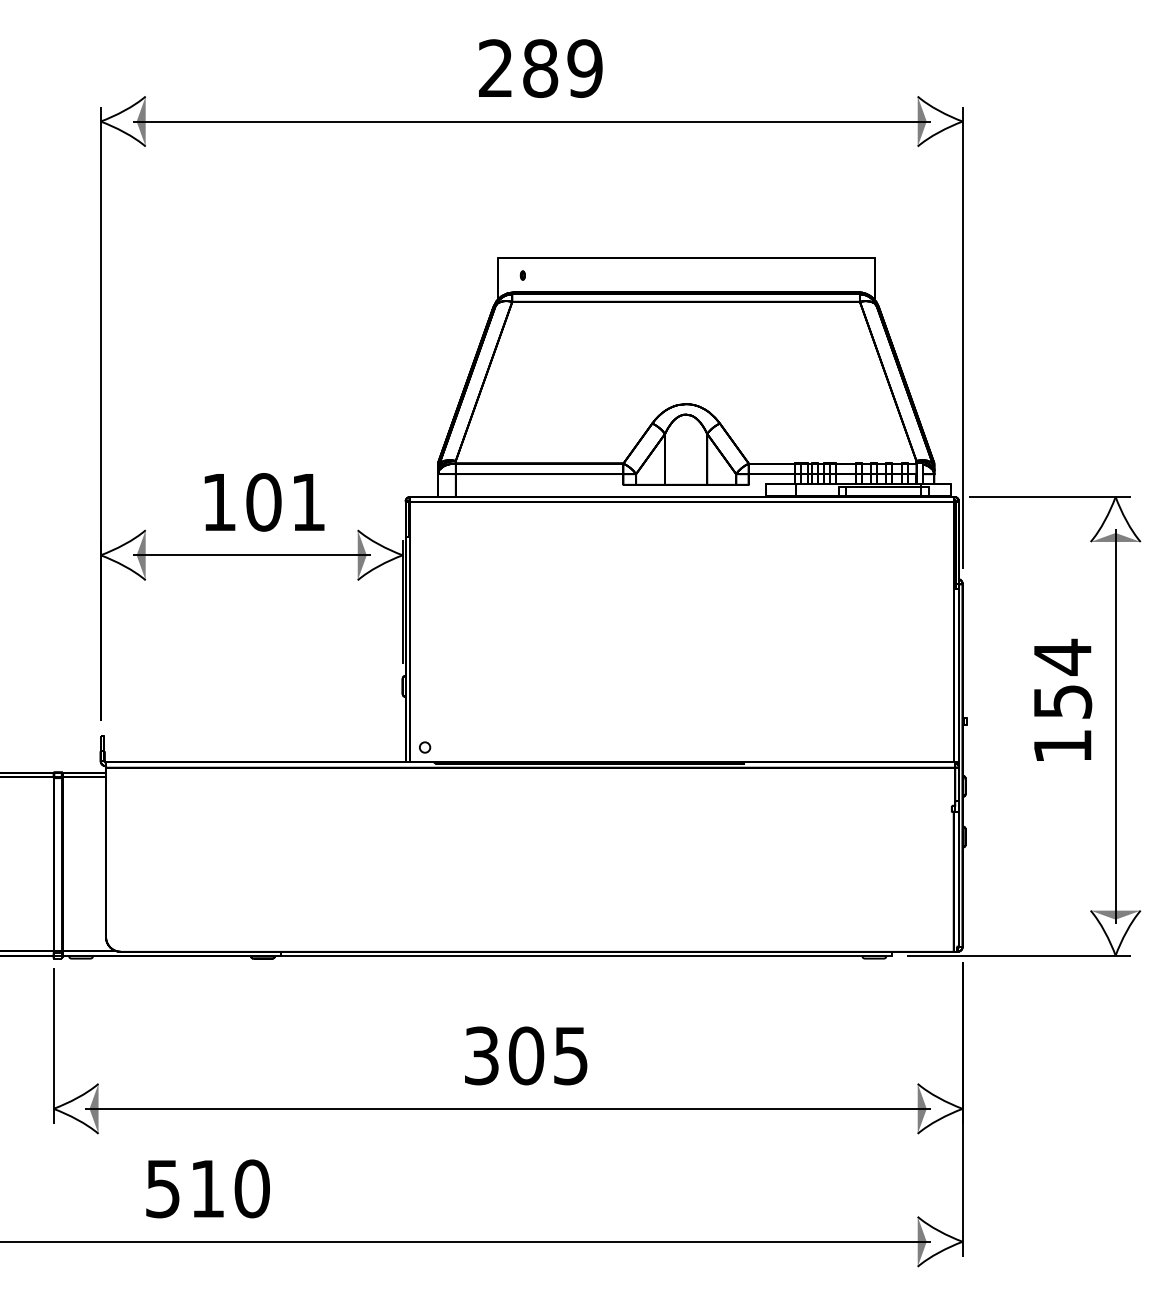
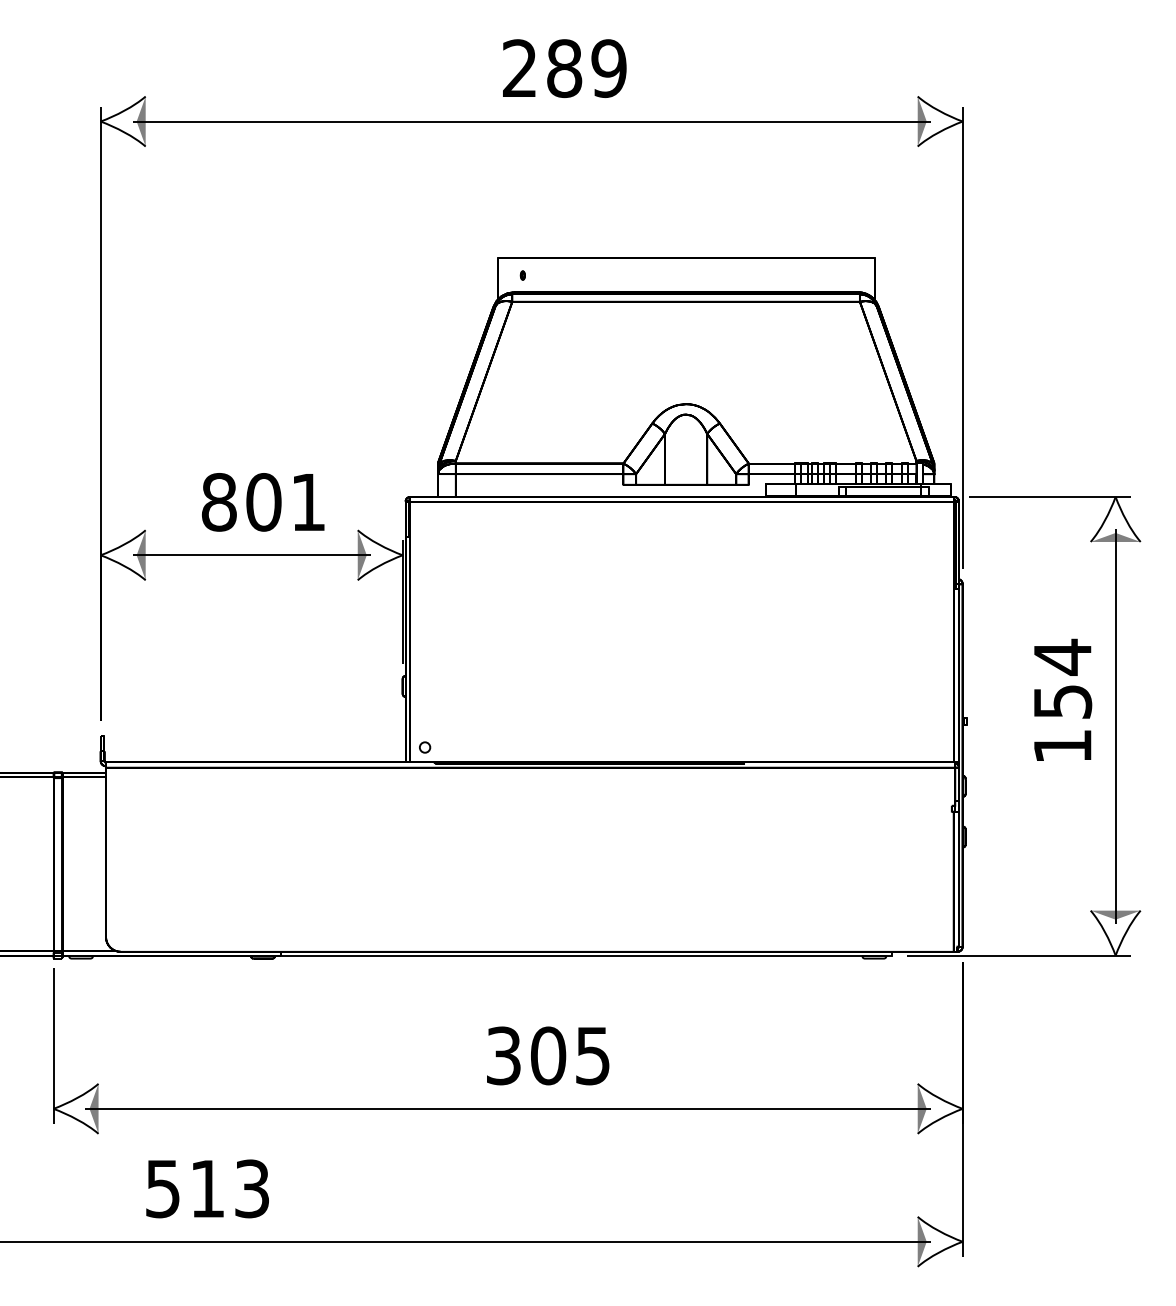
text at (540, 68) position: (540, 68) -> (564, 68)
text at (218, 502): 101 -> 801
text at (526, 1055) position: (526, 1055) -> (548, 1055)
text at (251, 1188): 510 -> 513
